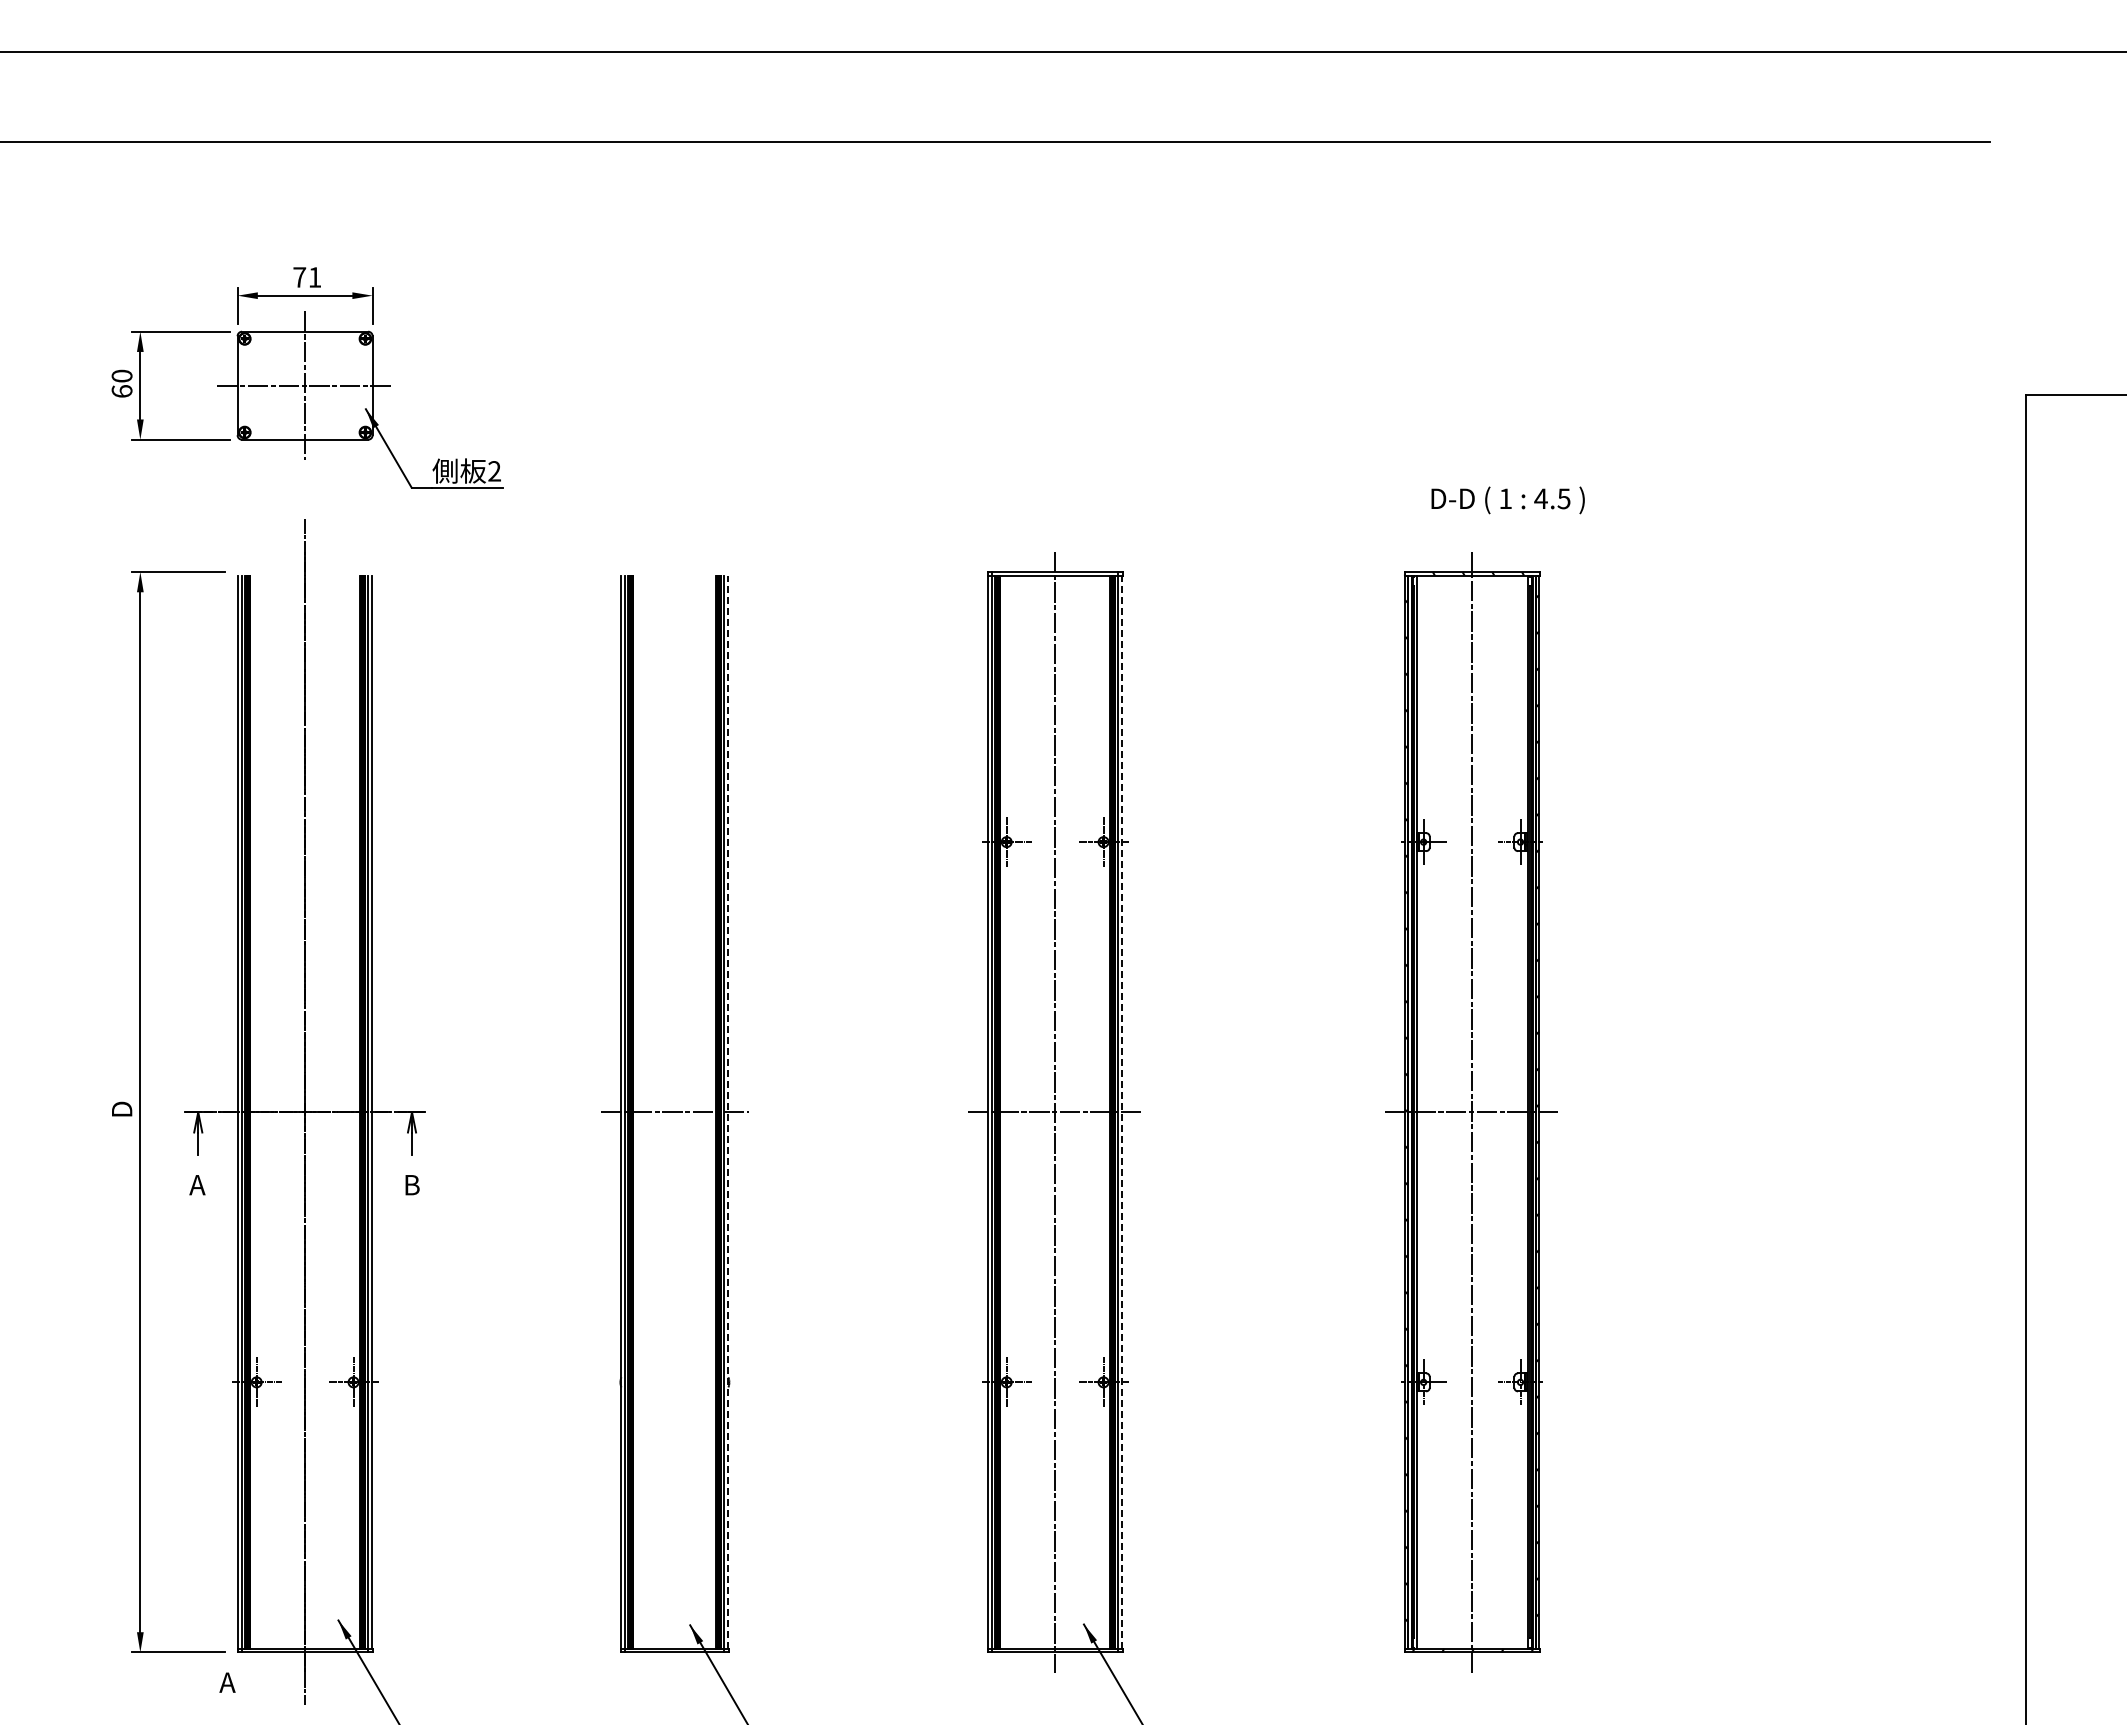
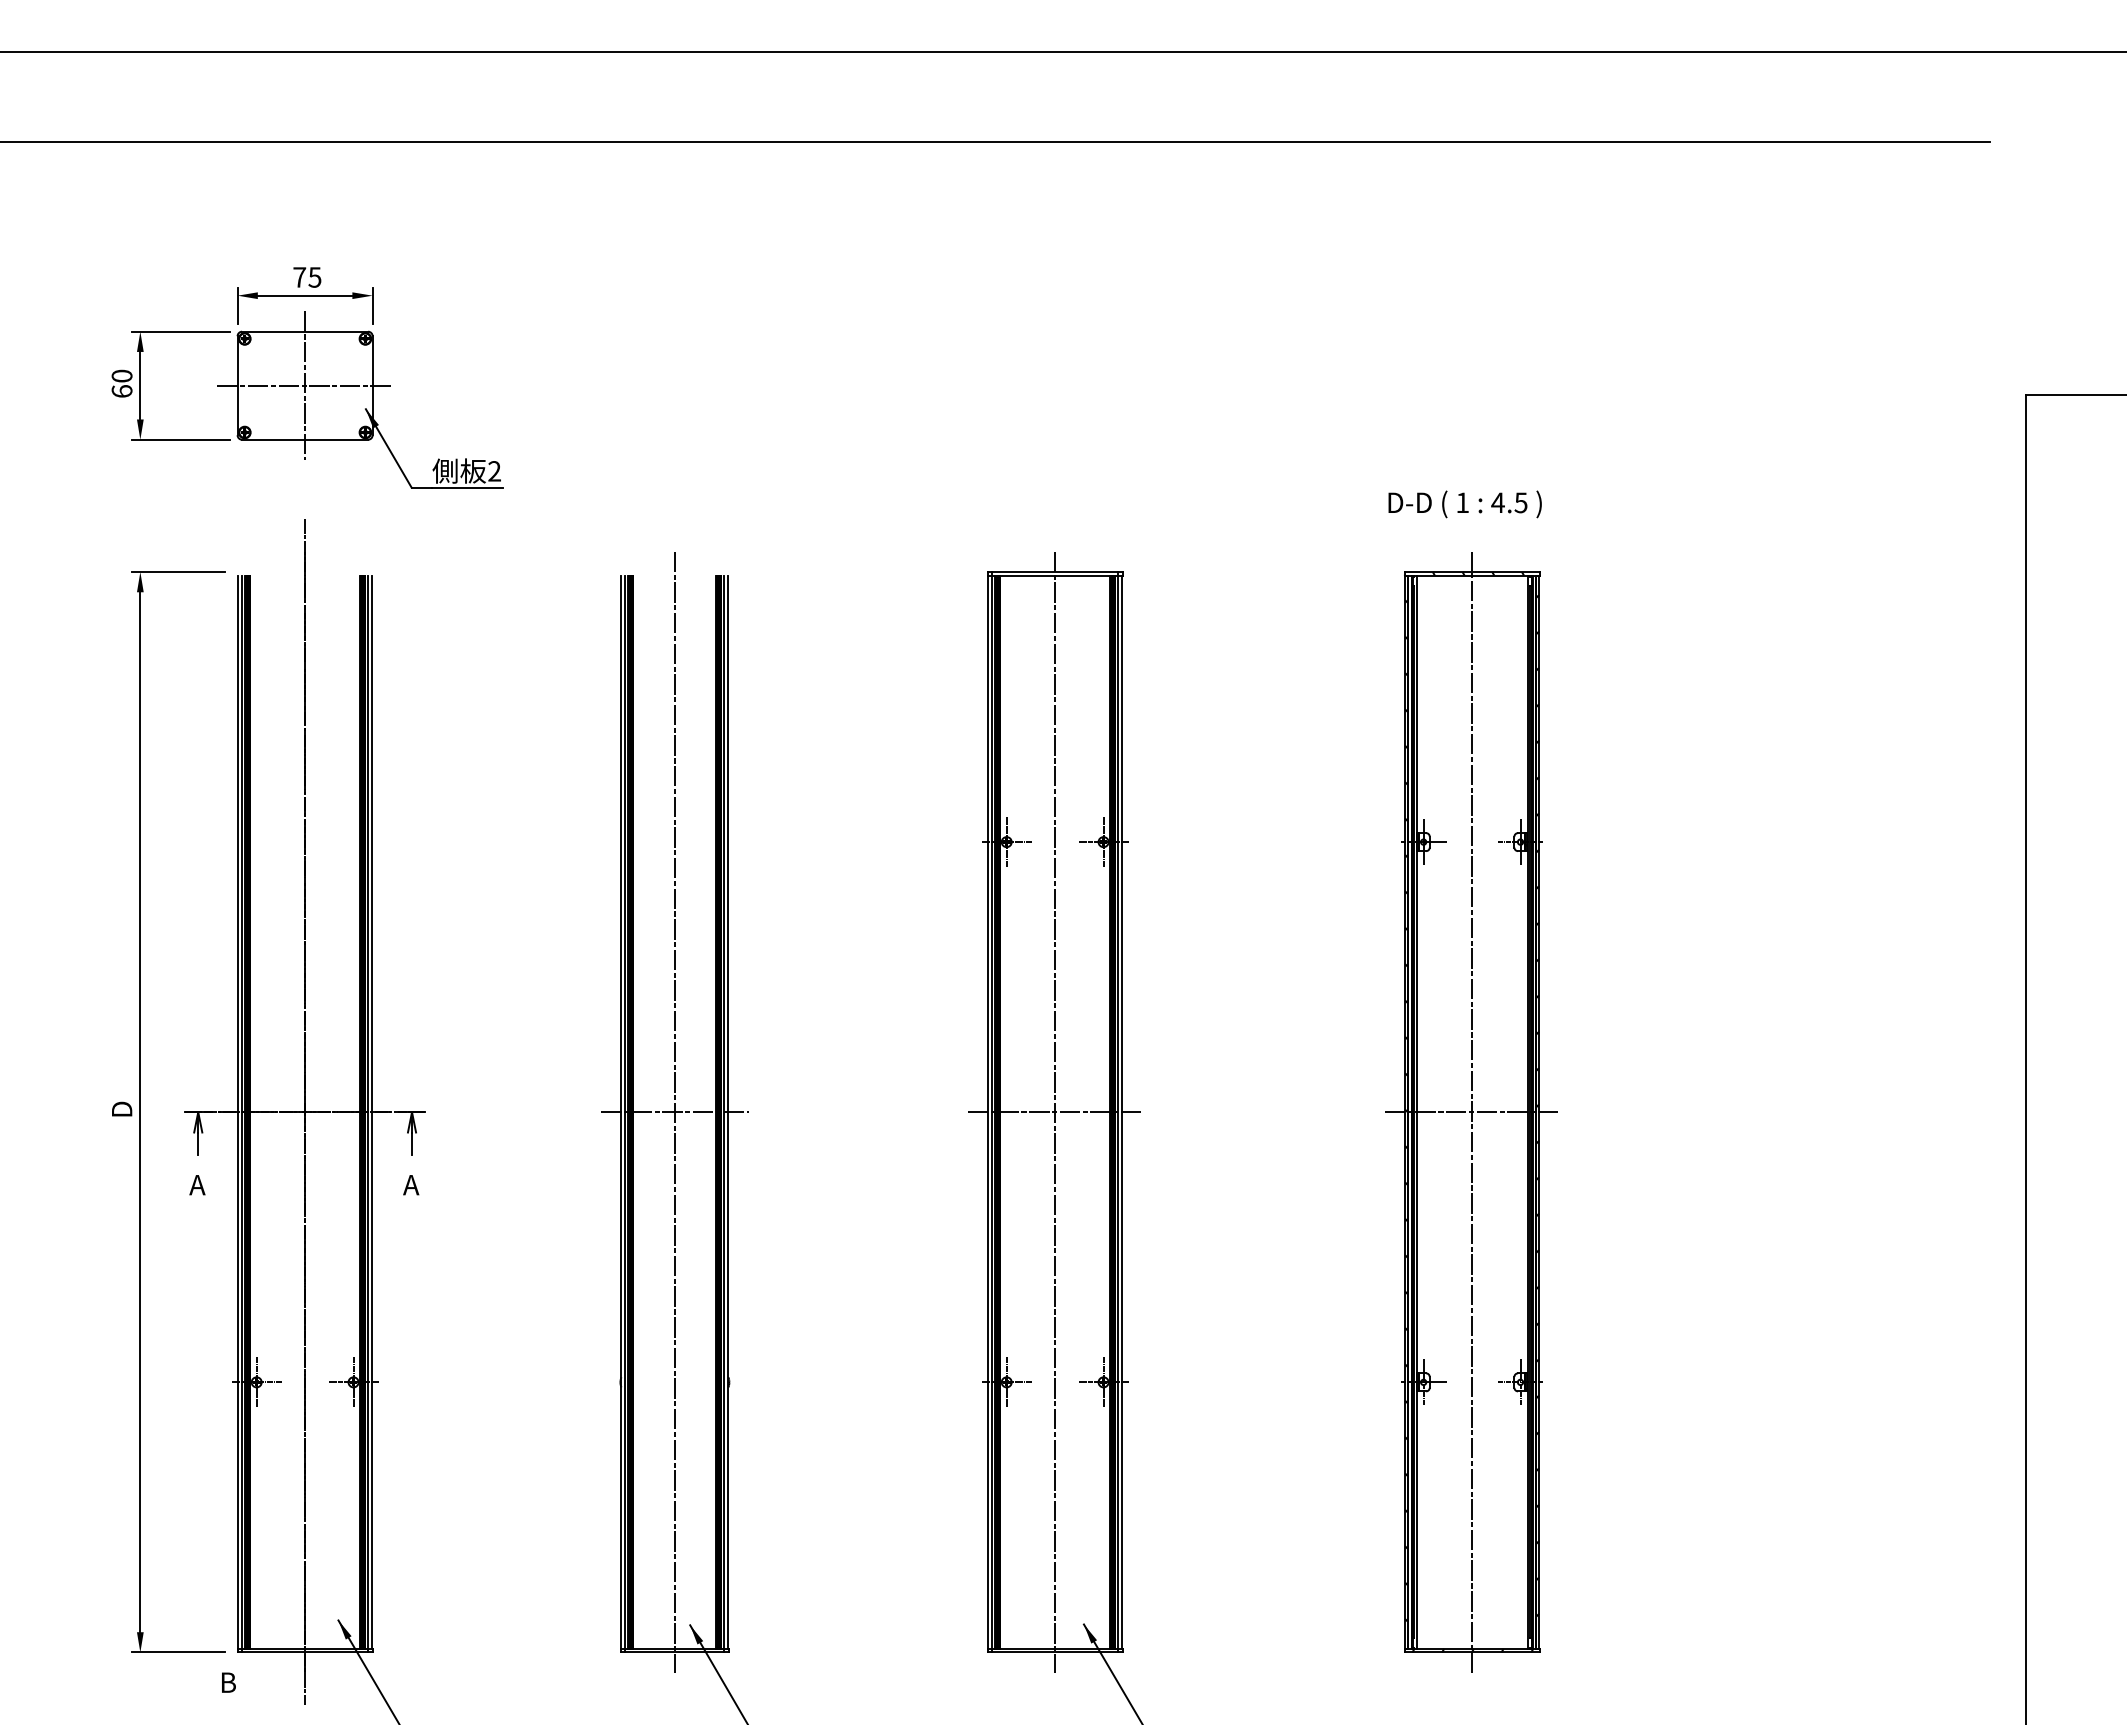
text at (314, 277): 71 -> 75
text at (1507, 500) position: (1507, 500) -> (1464, 504)
line at (674, 1111): none -> present
line at (728, 1112): dashed -> solid
line at (1122, 1112): dashed -> solid
text at (411, 1185): B -> A
text at (227, 1682): A -> B
